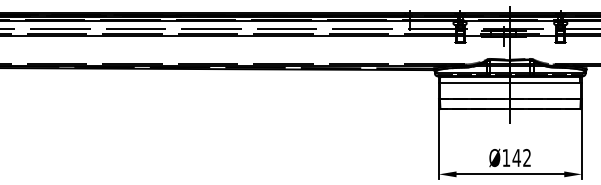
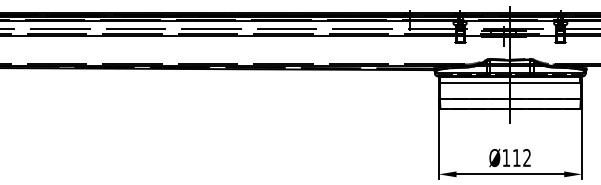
text at (516, 157): Ø142 -> Ø112
